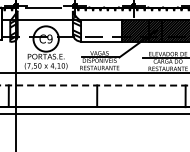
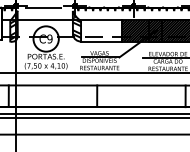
line at (94, 85): dashed -> solid
line at (94, 117): none -> present
line at (94, 134): none -> present
